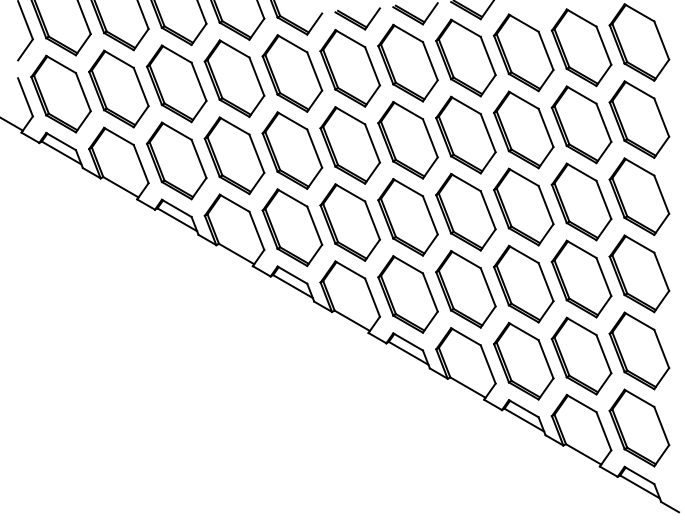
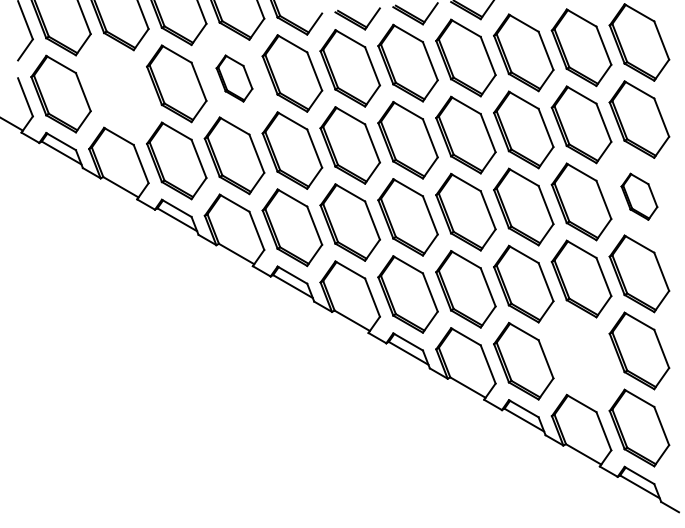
part at (234, 78) size: 63x79 px -> 39x49 px
part at (118, 88): present -> none
part at (639, 196) size: 63x80 px -> 39x49 px
part at (581, 355): present -> none
